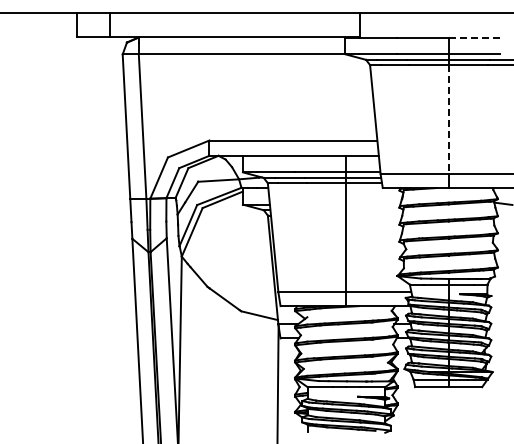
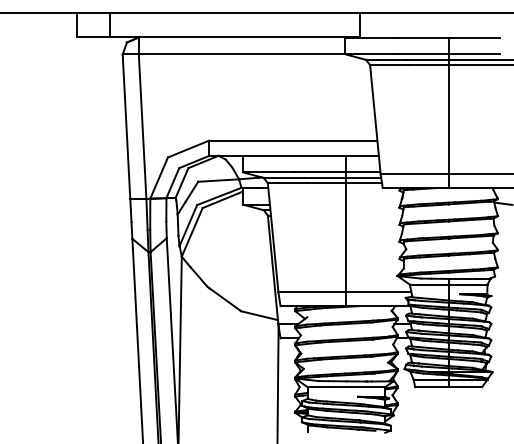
line at (474, 37): dashed -> solid
line at (448, 120): dashed -> solid
